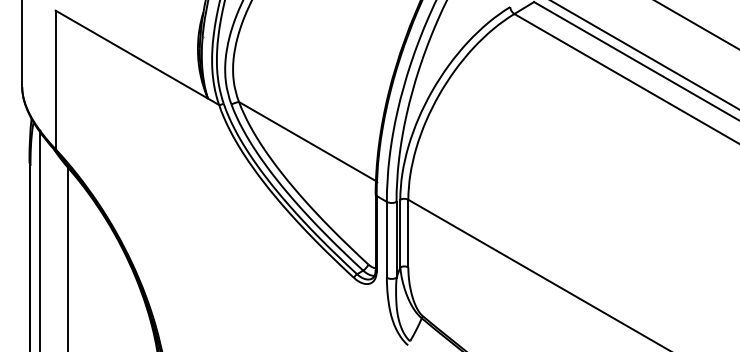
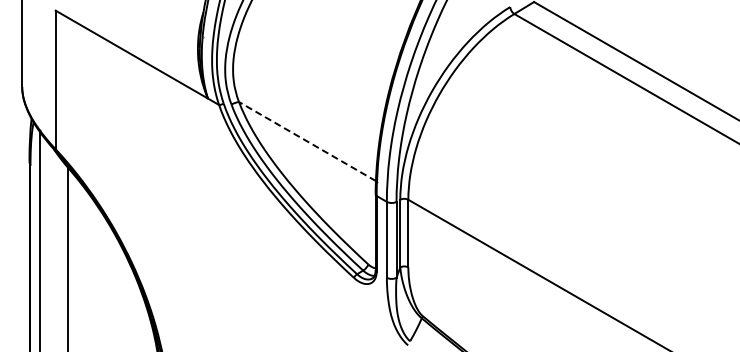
line at (696, 24): present -> none
line at (644, 54): present -> none
line at (307, 141): solid -> dashed
